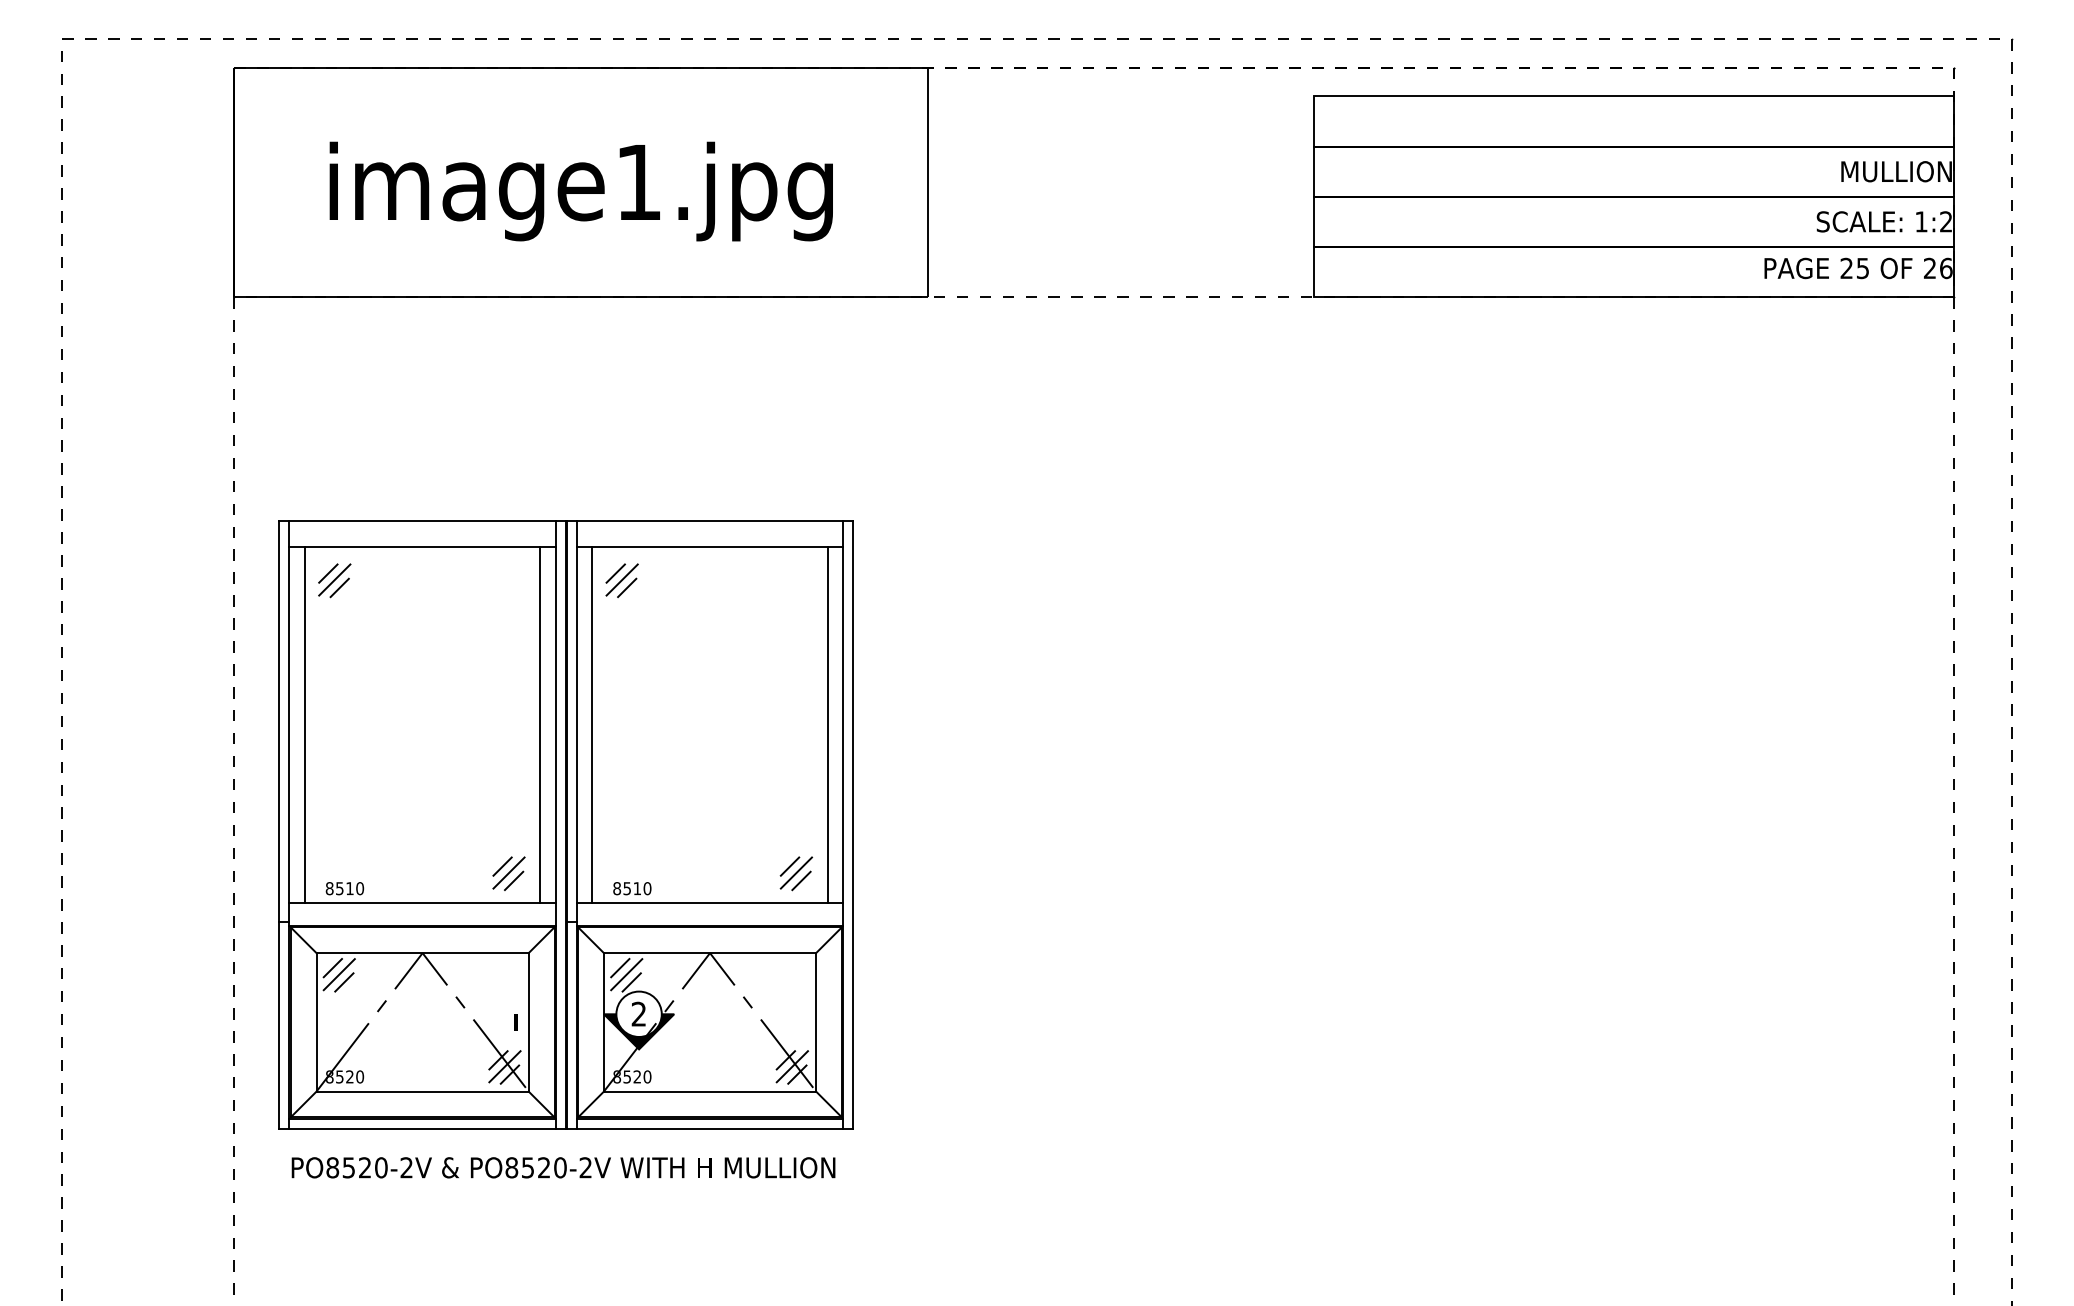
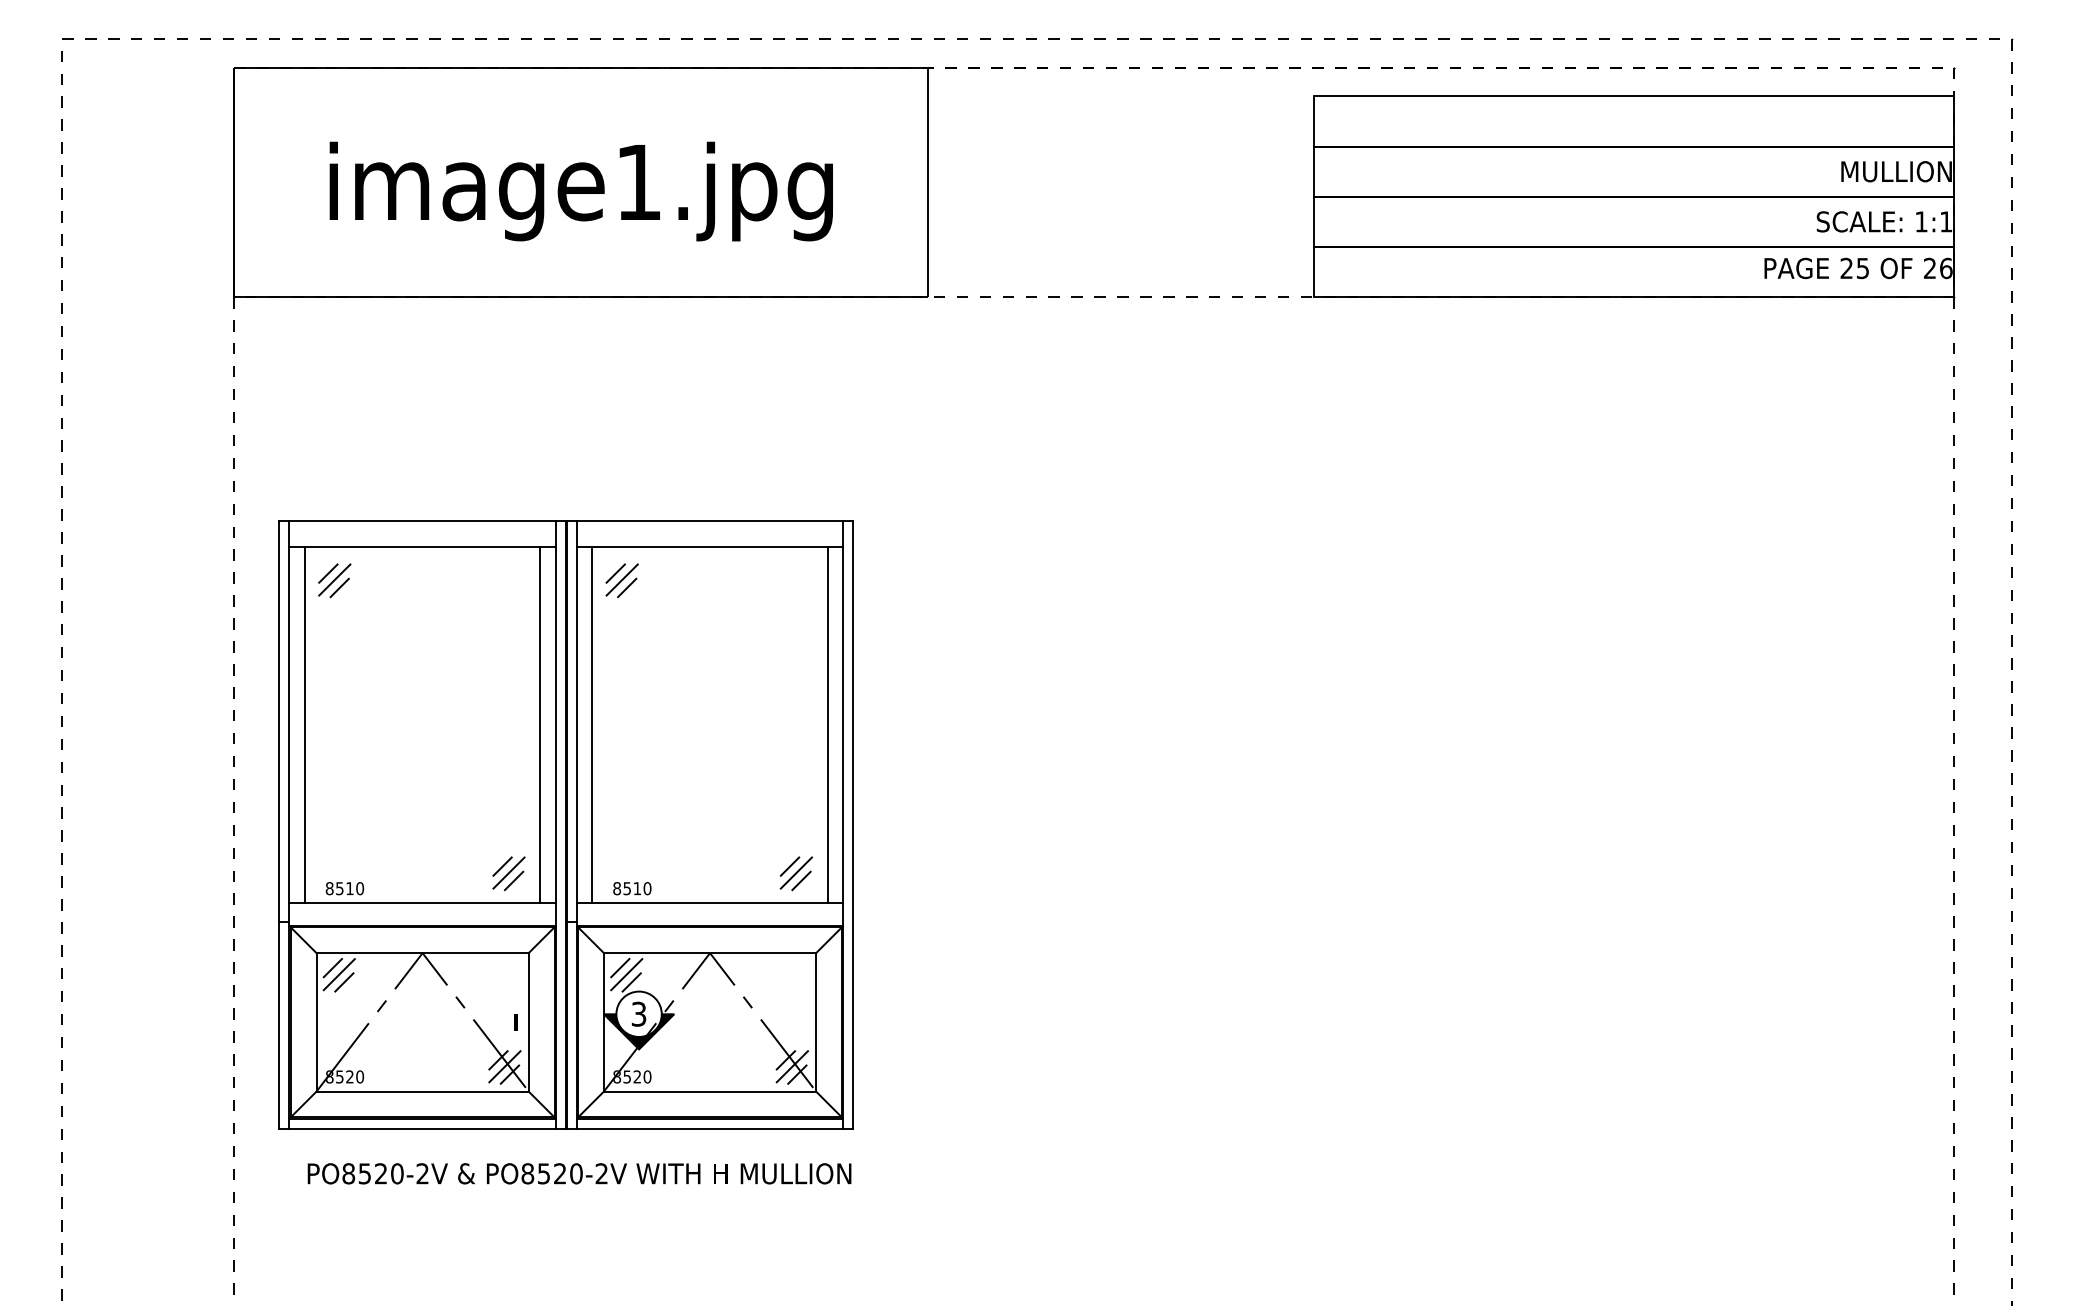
text at (1946, 221): 1:2 -> 1:1
text at (638, 1014): 2 -> 3
text at (563, 1167) position: (563, 1167) -> (579, 1173)
